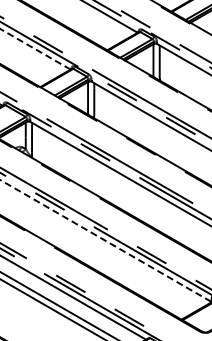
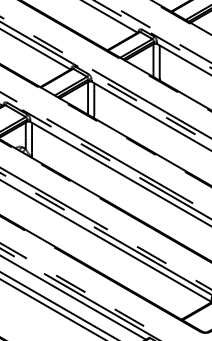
line at (35, 49): dashed -> solid
line at (105, 240): dashed -> solid
